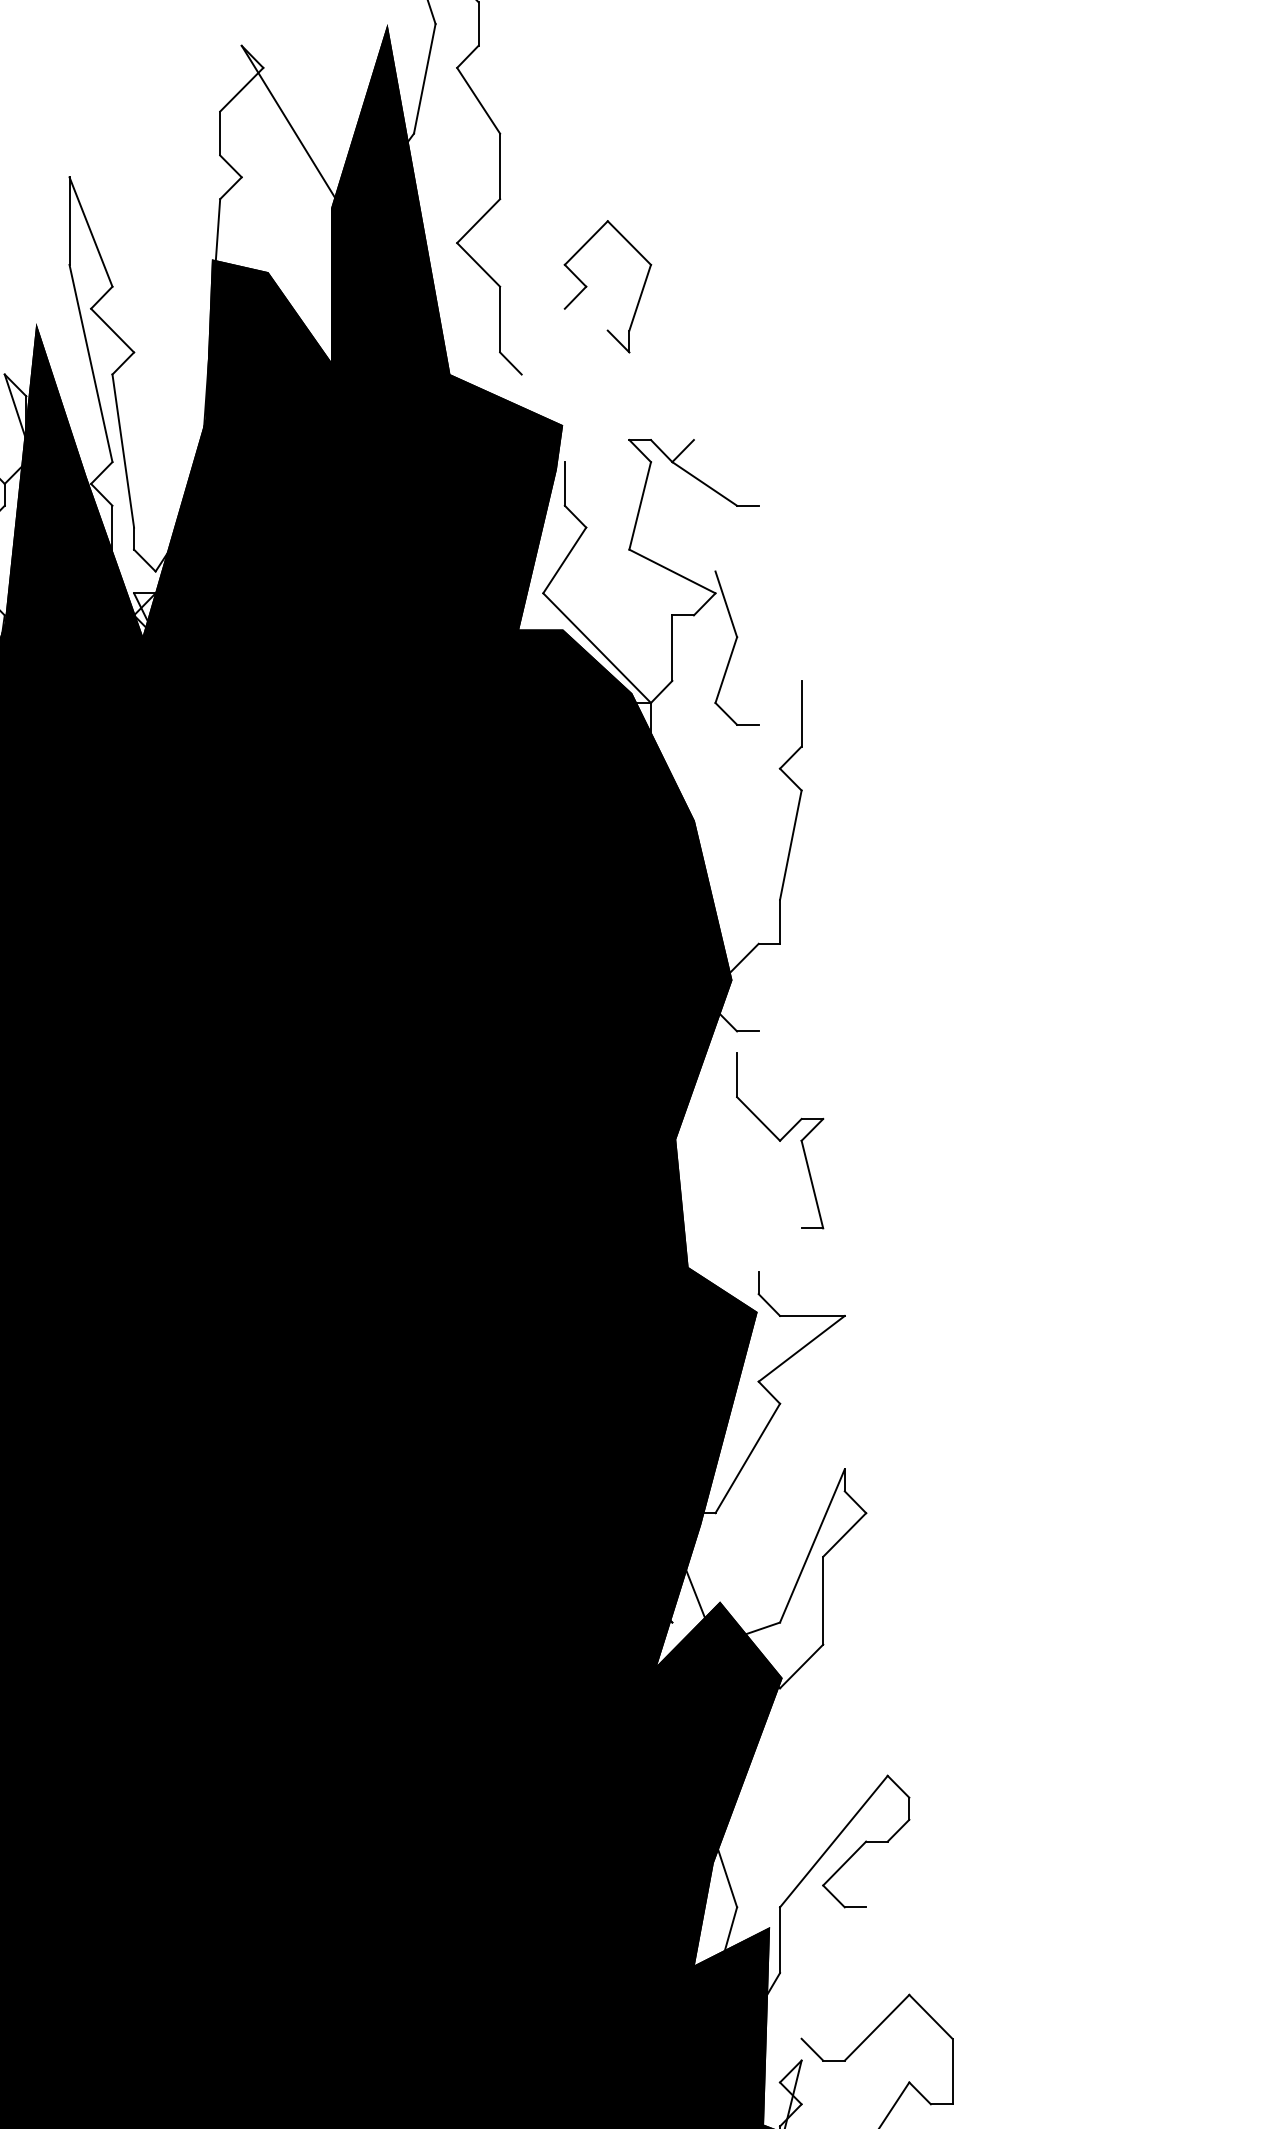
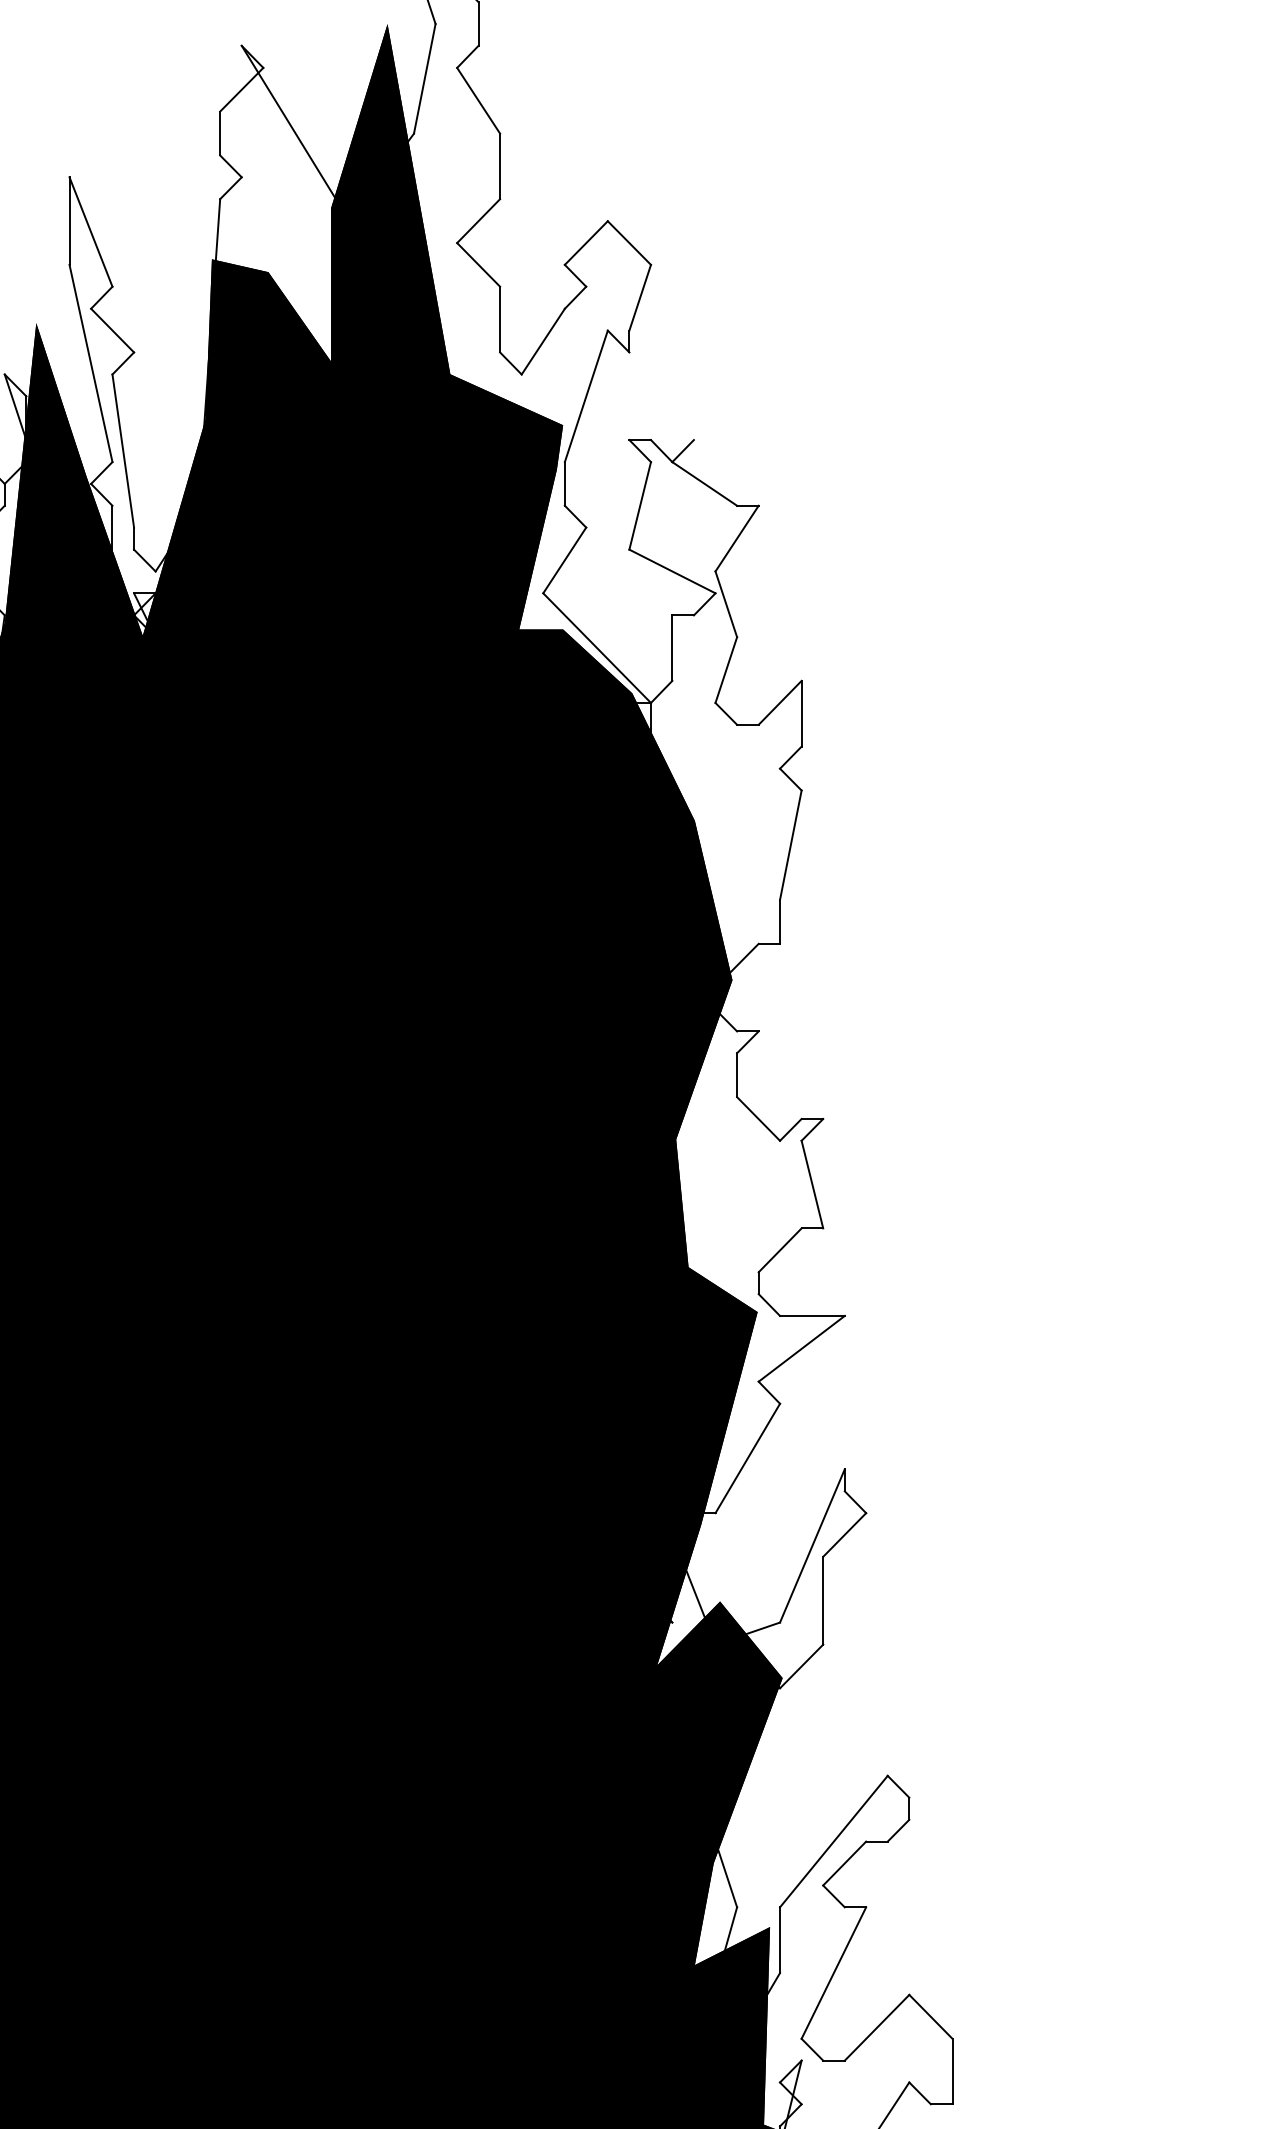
line at (542, 341): none -> present
line at (585, 396): none -> present
line at (736, 538): none -> present
line at (779, 702): none -> present
line at (747, 1042): none -> present
line at (779, 1250): none -> present
line at (833, 1972): none -> present
